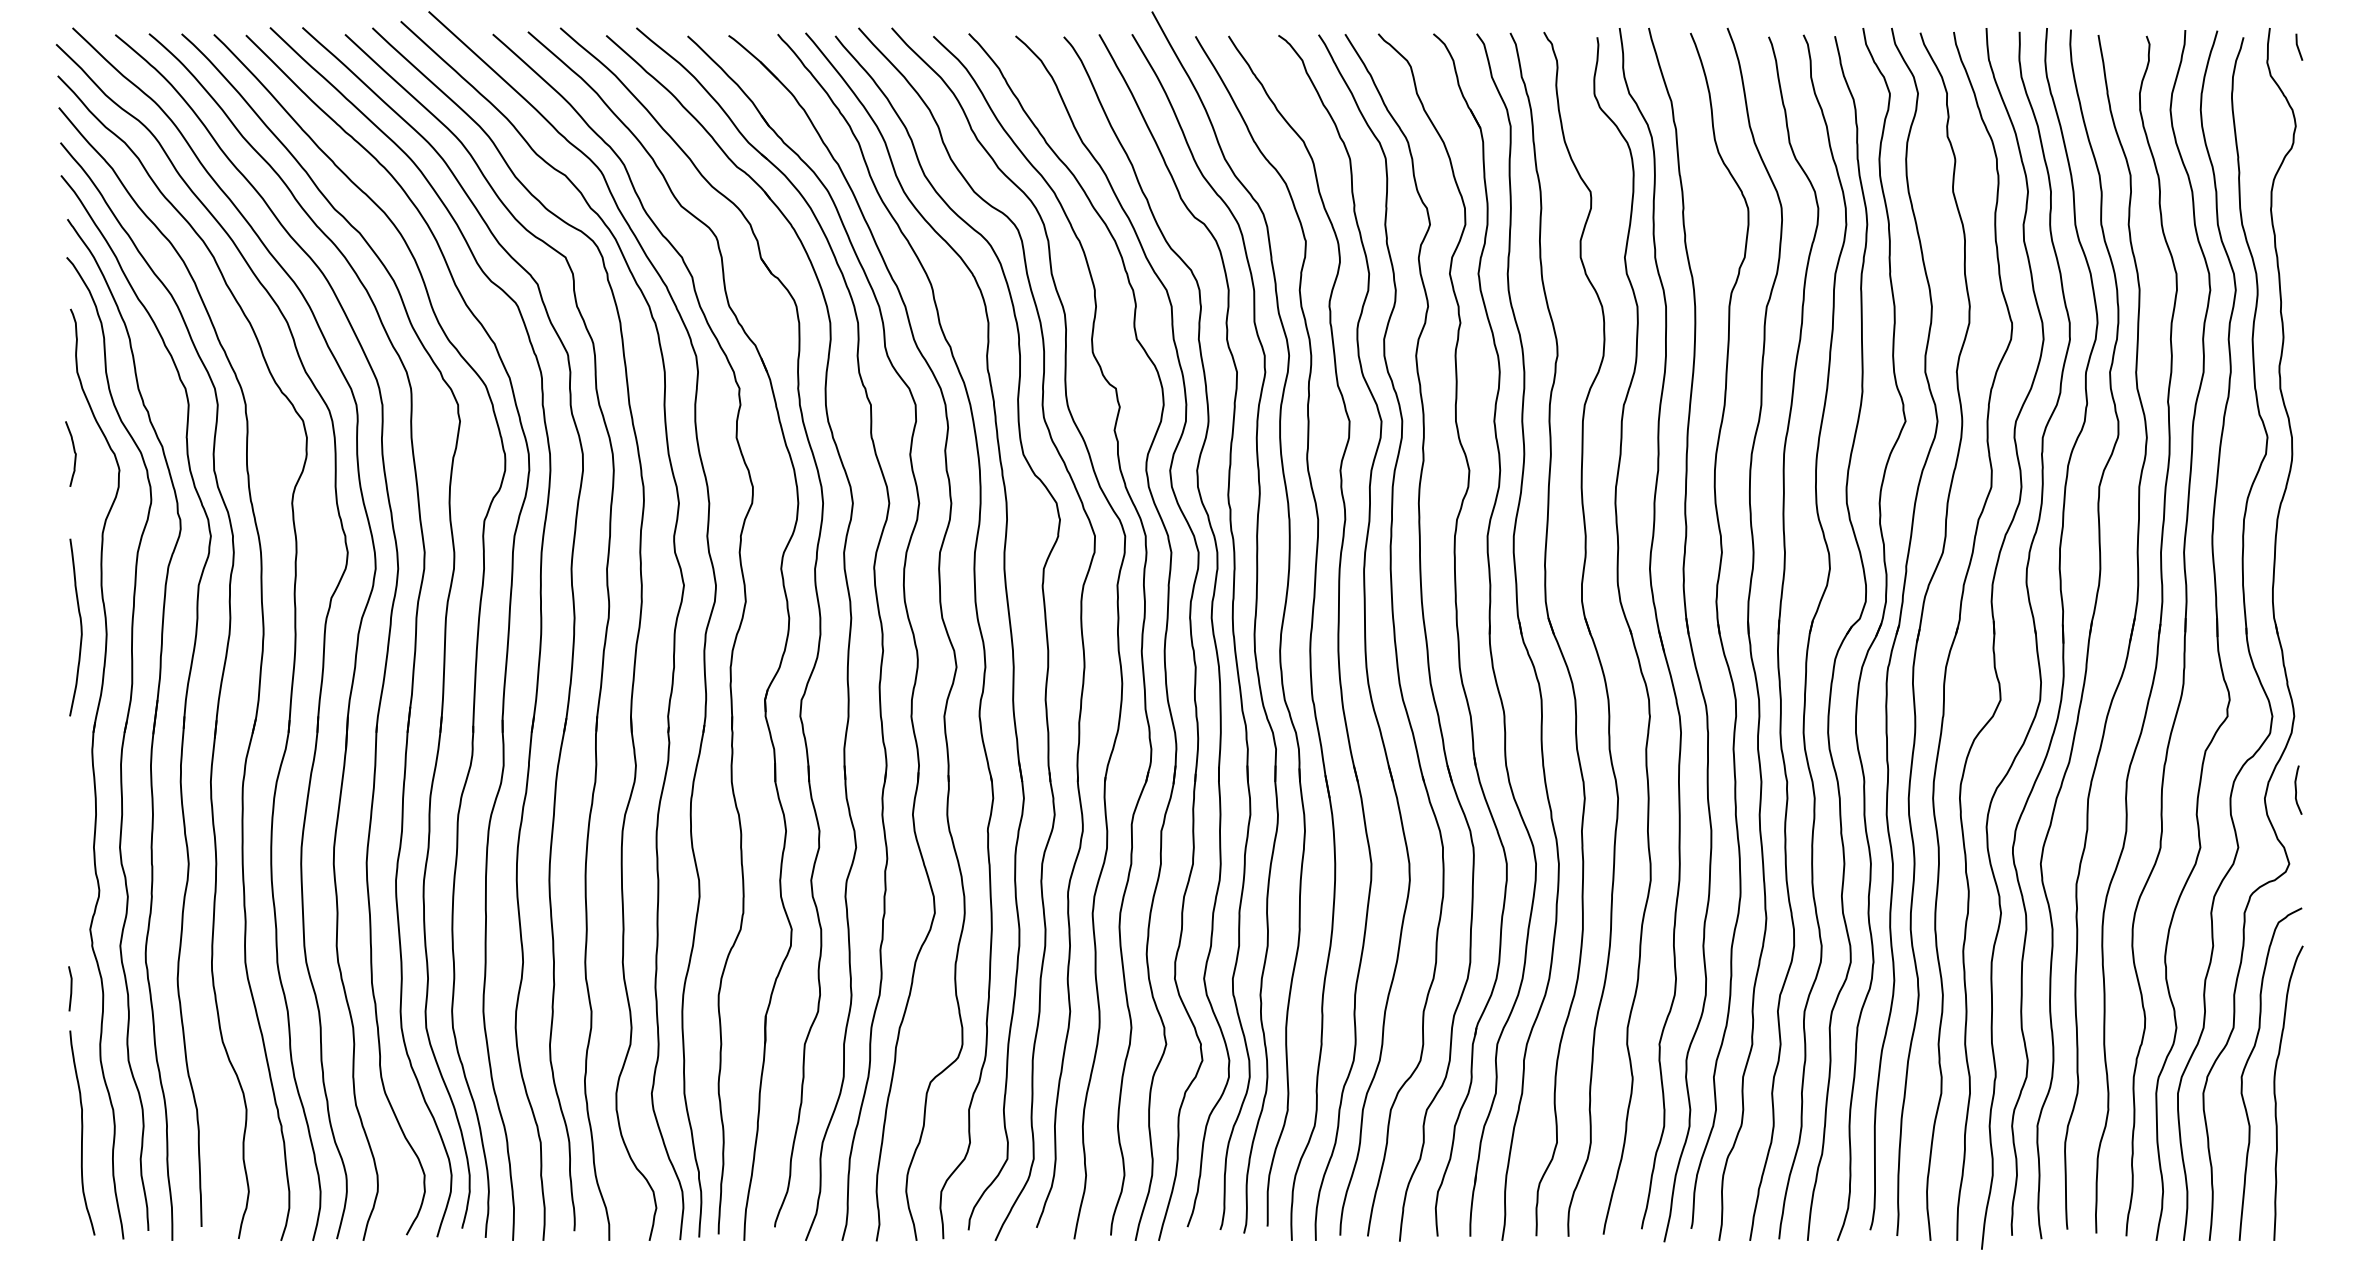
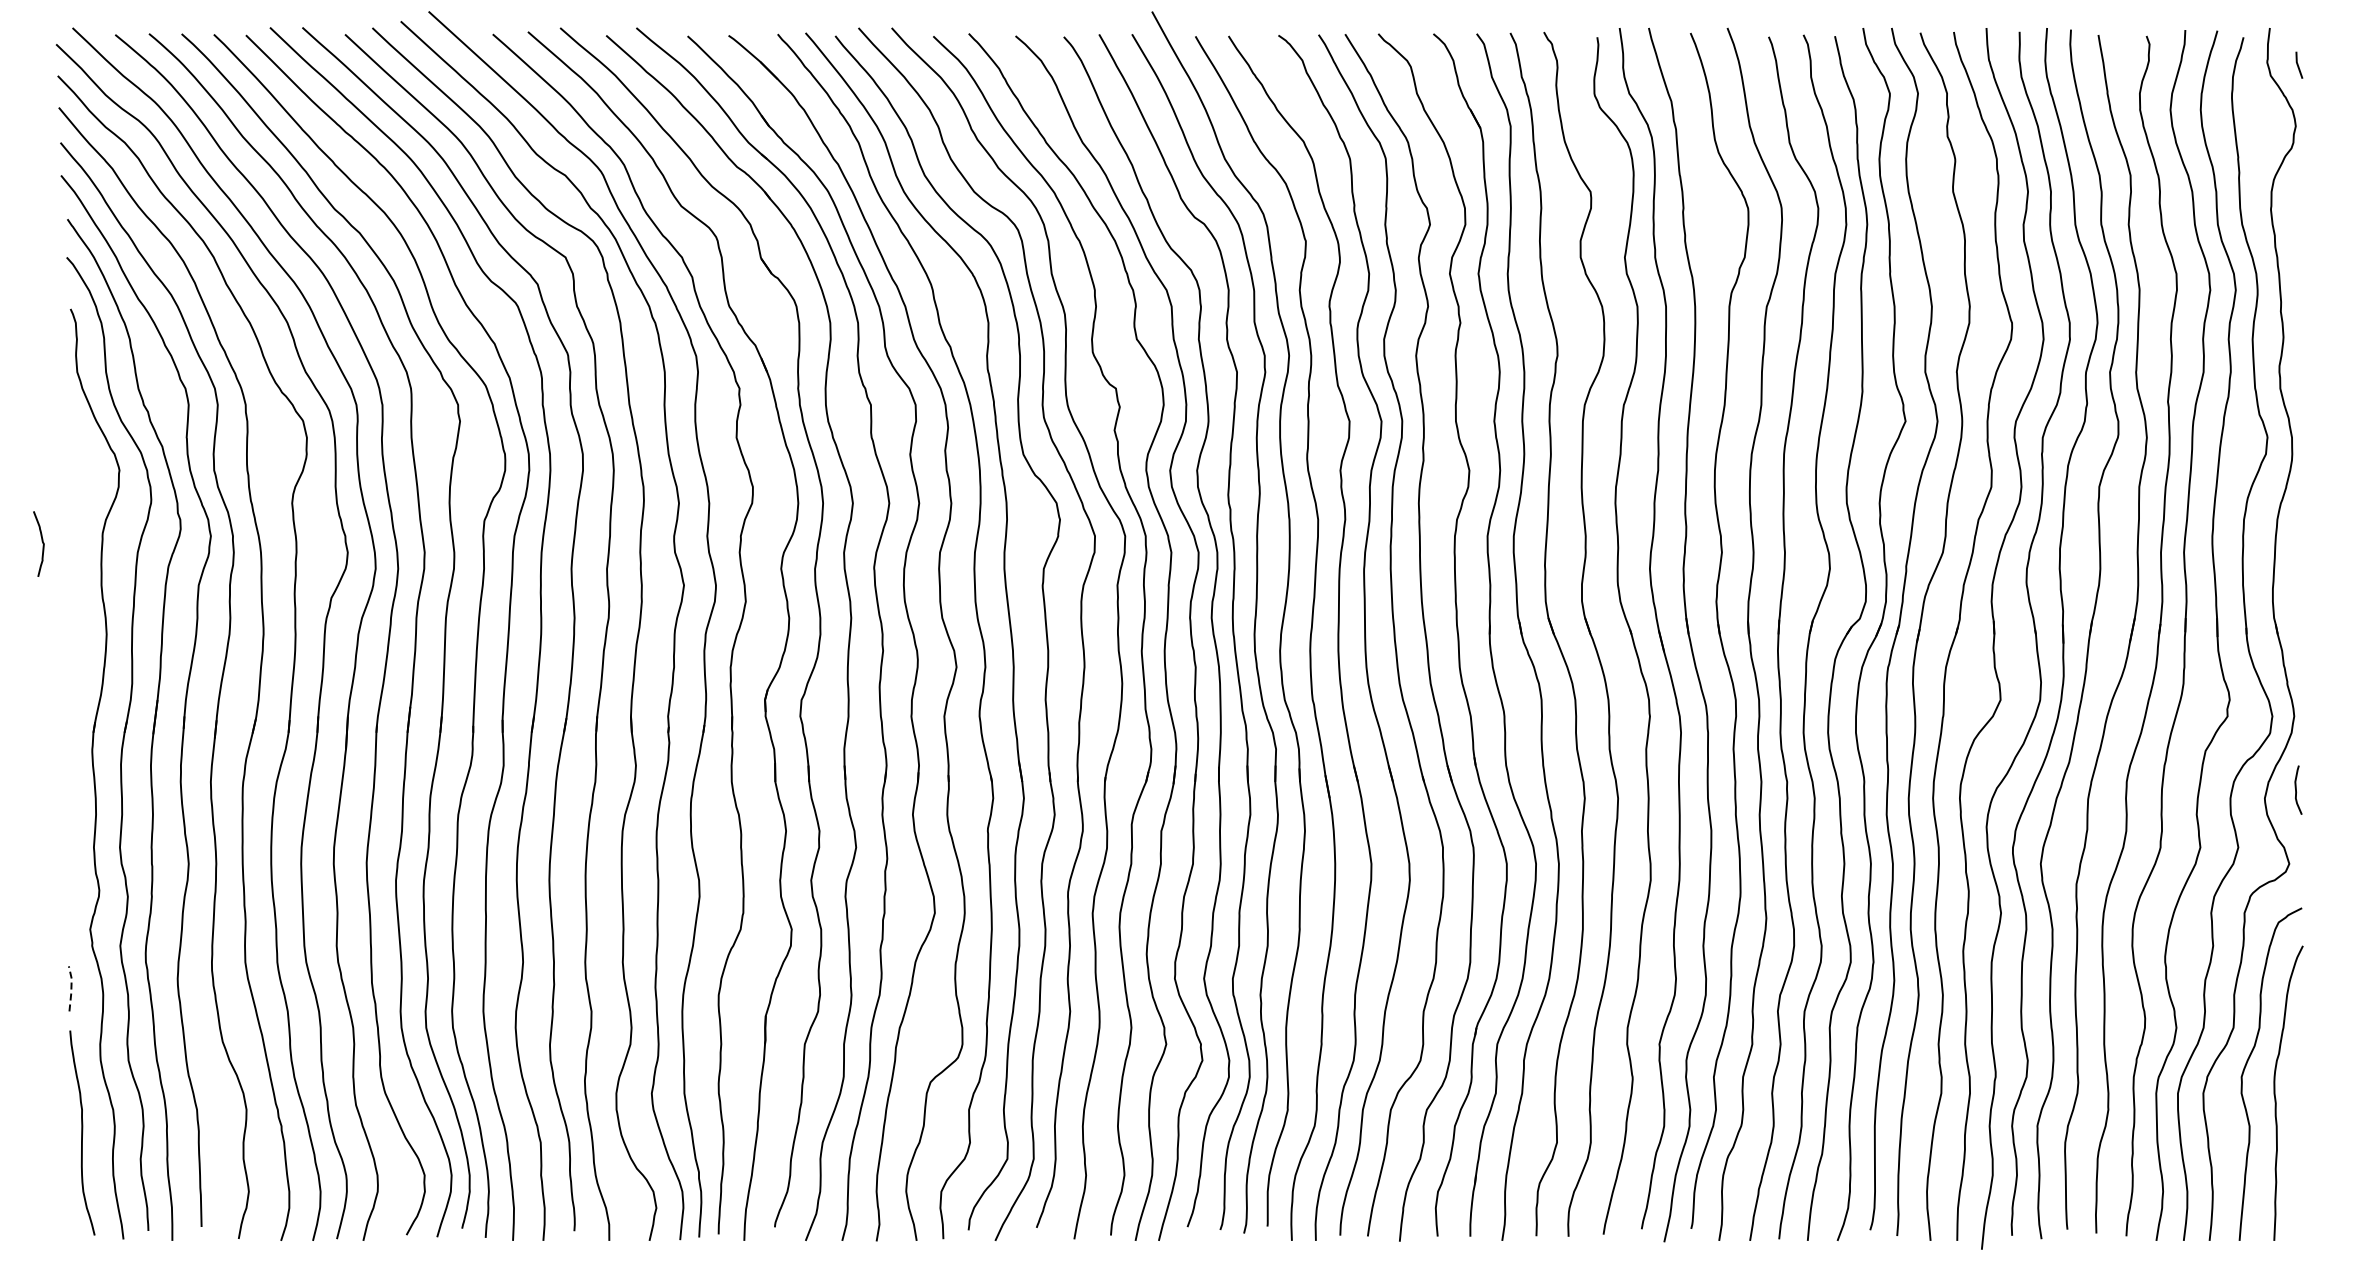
line at (2298, 46) position: (2298, 46) -> (2298, 64)
curve at (73, 451) position: (73, 451) -> (41, 541)
curve at (80, 627): present -> none
line at (71, 988): solid -> dashed
